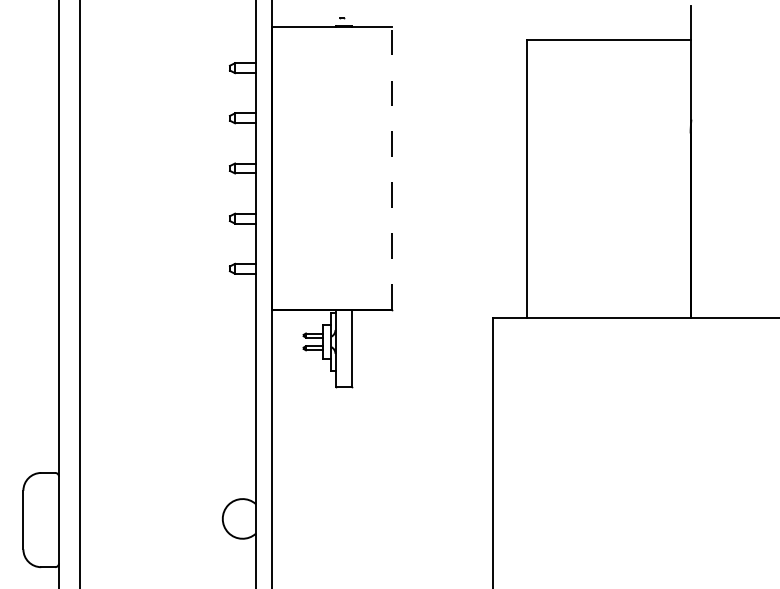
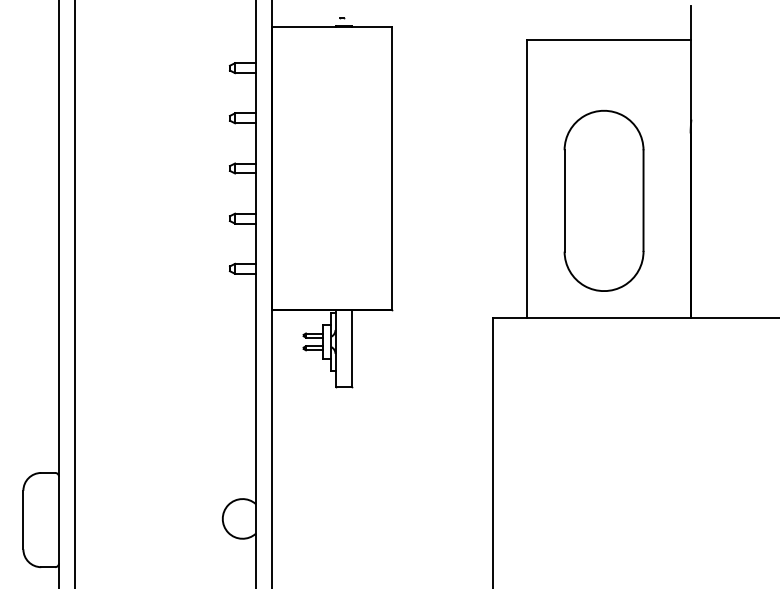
line at (392, 167): dashed -> solid
part at (603, 200): none -> present
line at (80, 293) position: (80, 293) -> (75, 293)
